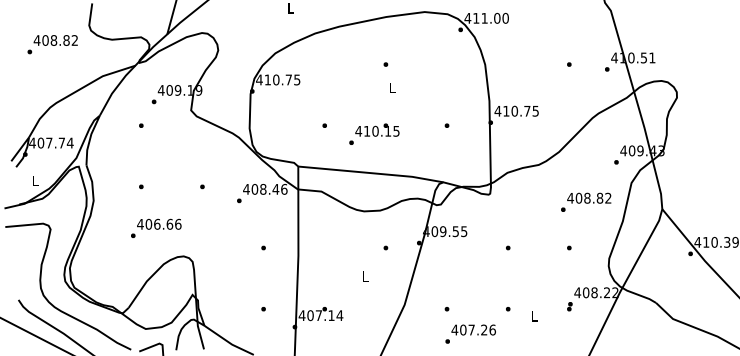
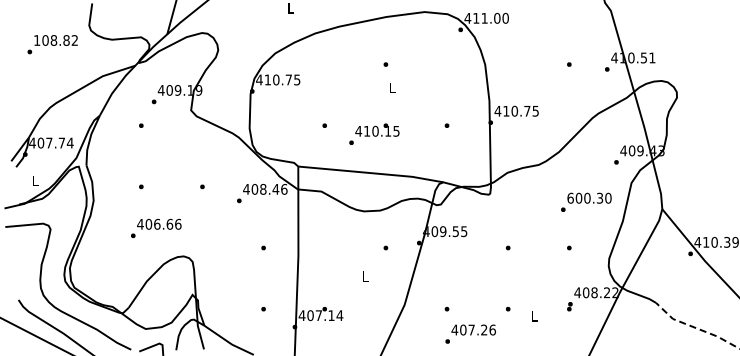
text at (36, 40): 408.82 -> 108.82
text at (589, 197): 408.82 -> 600.30
line at (695, 328): solid -> dashed
